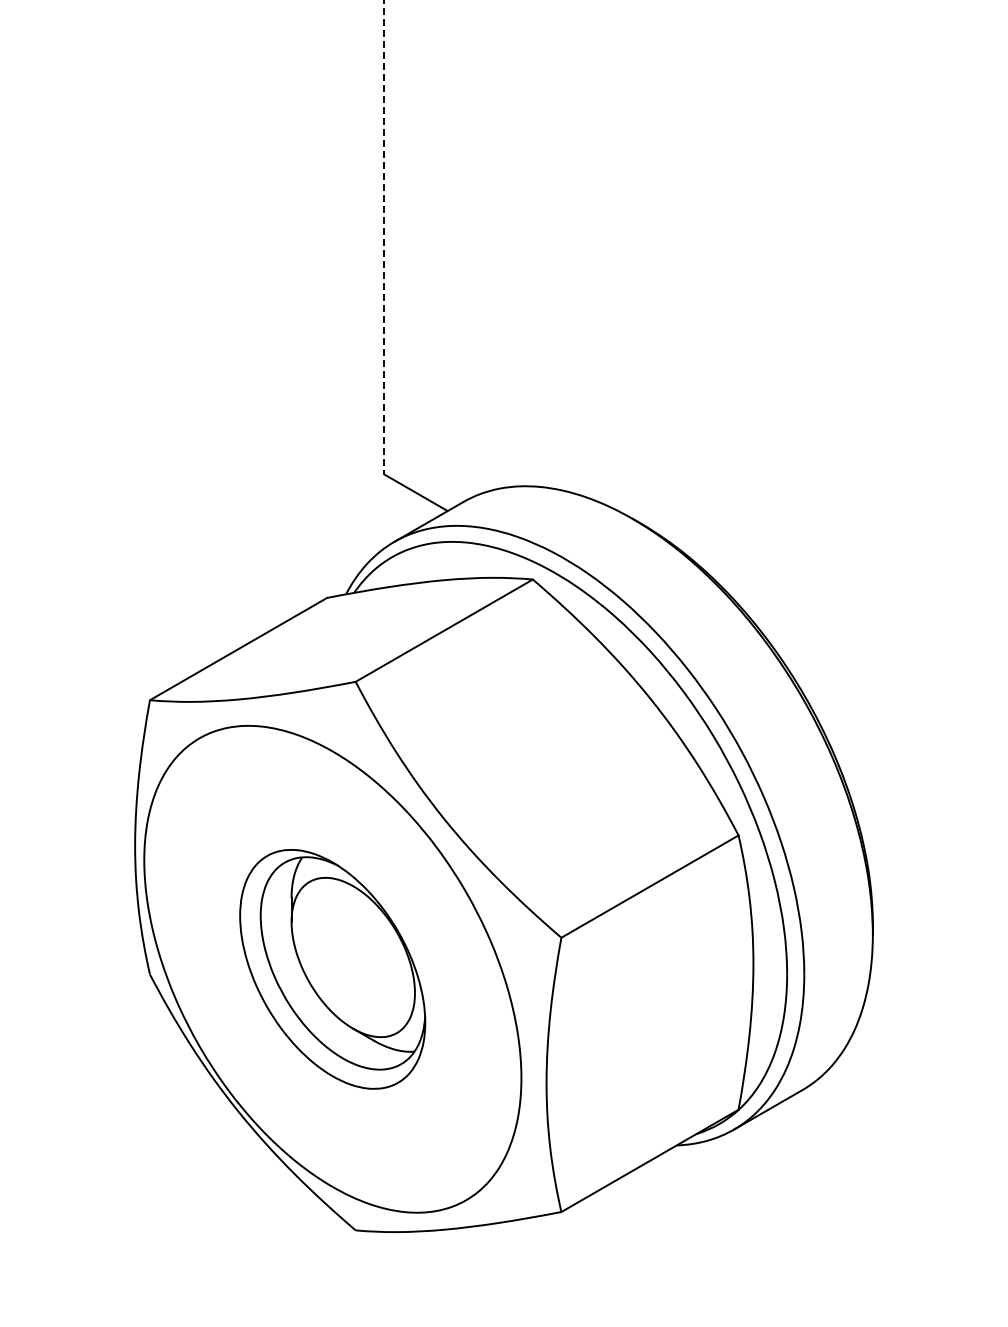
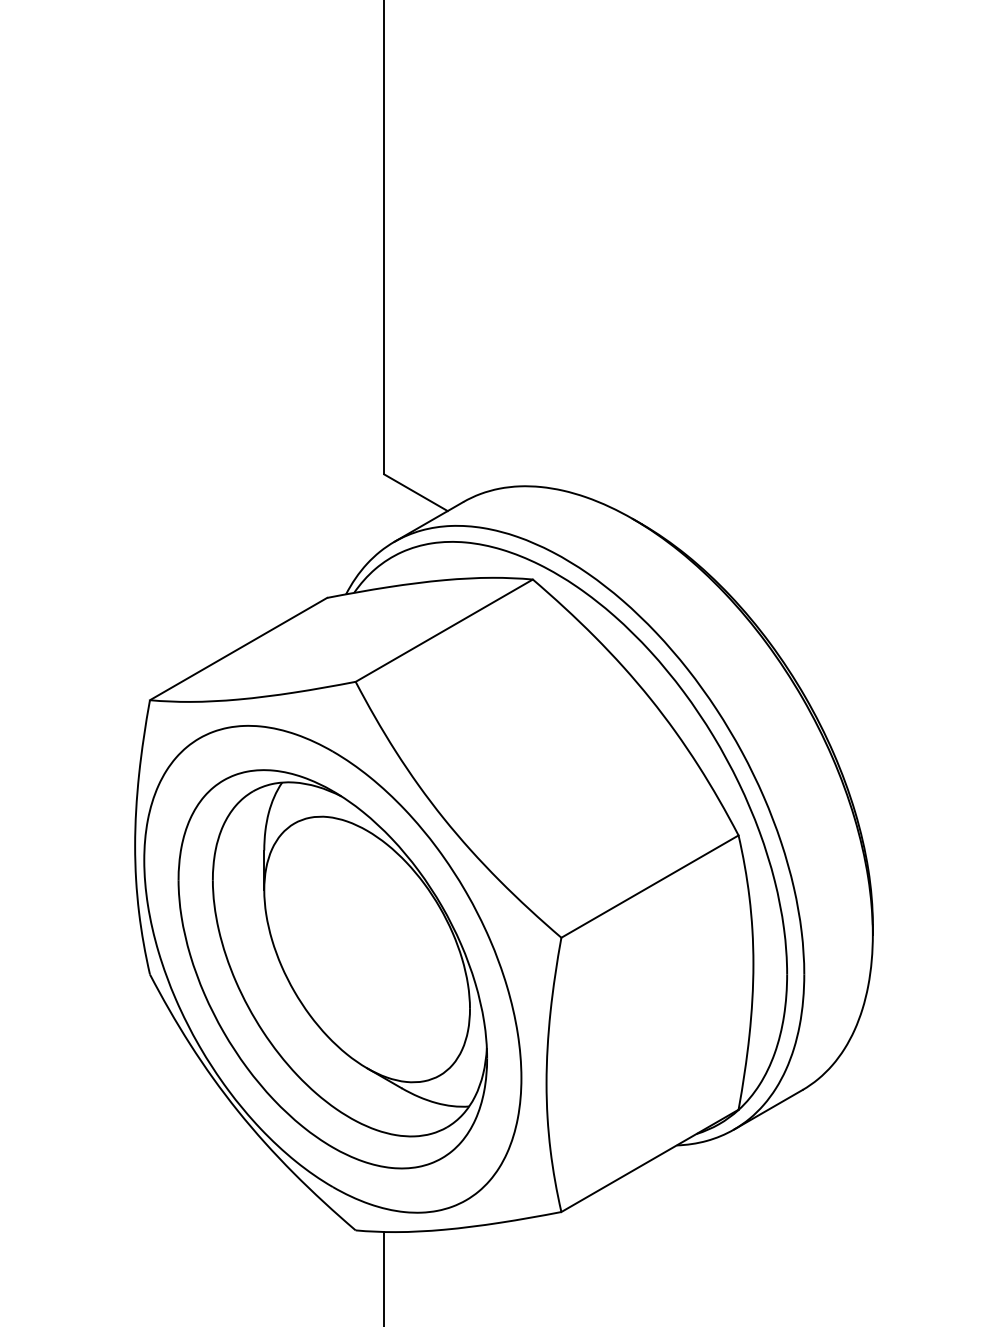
line at (384, 237): dashed -> solid
part at (332, 969) size: 188x241 px -> 311x401 px
line at (384, 1277): none -> present
